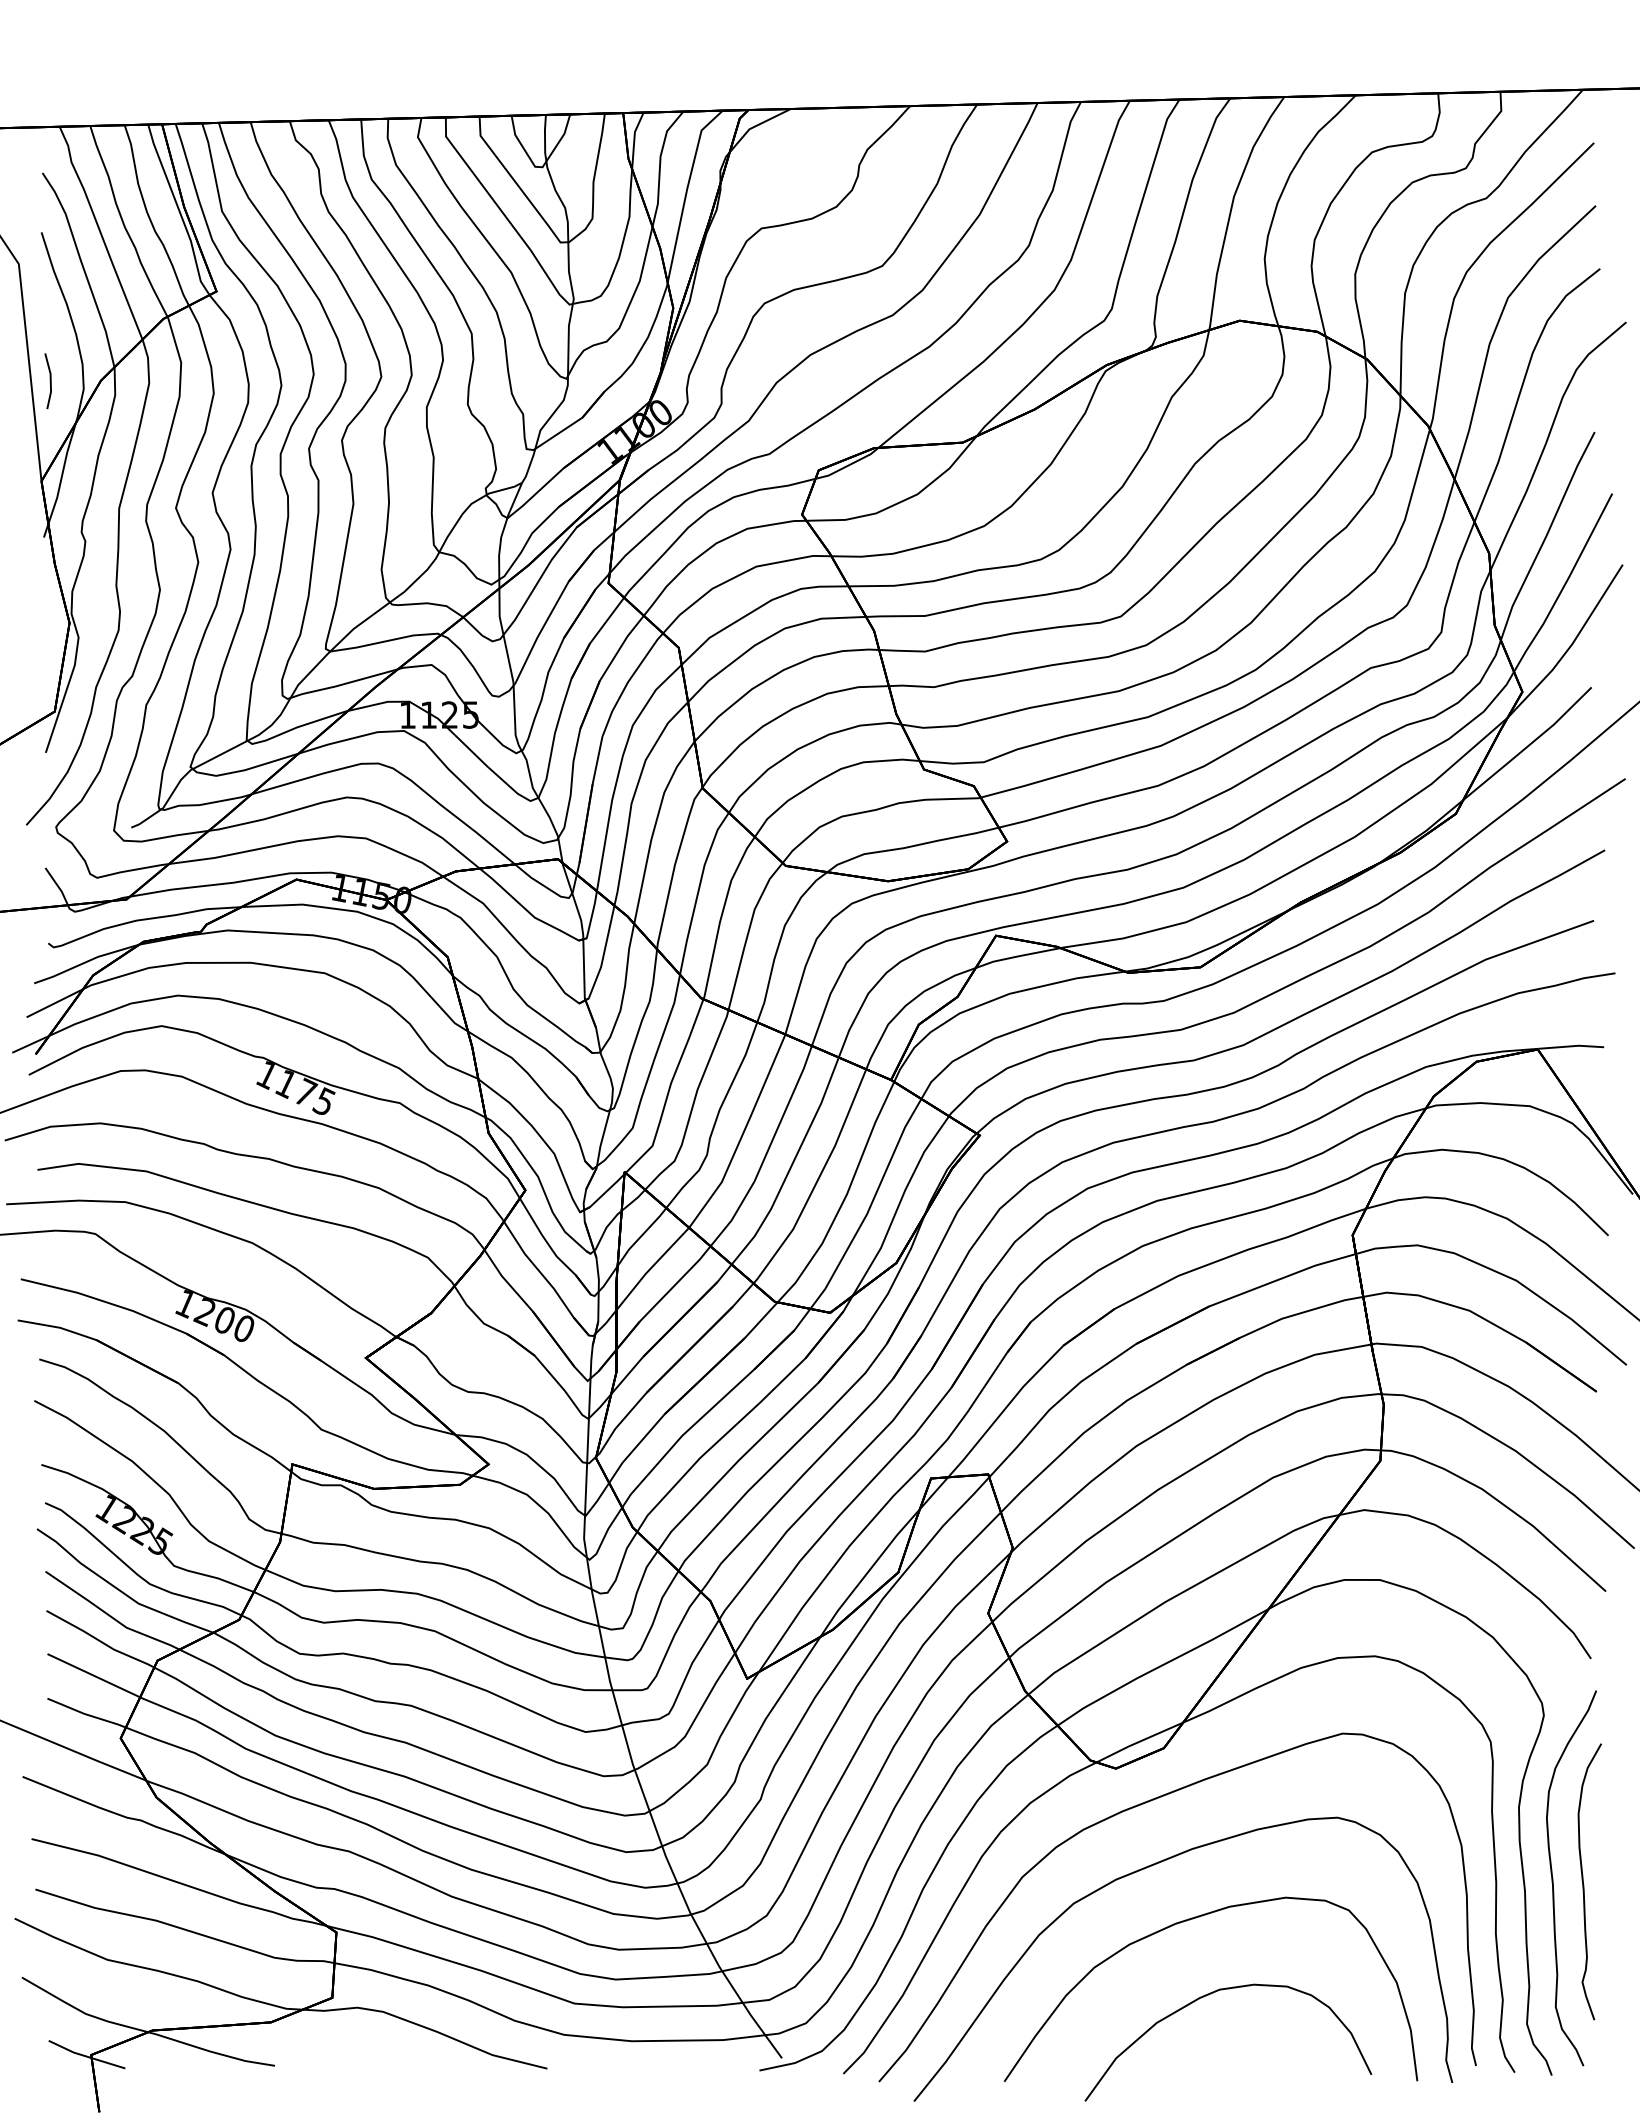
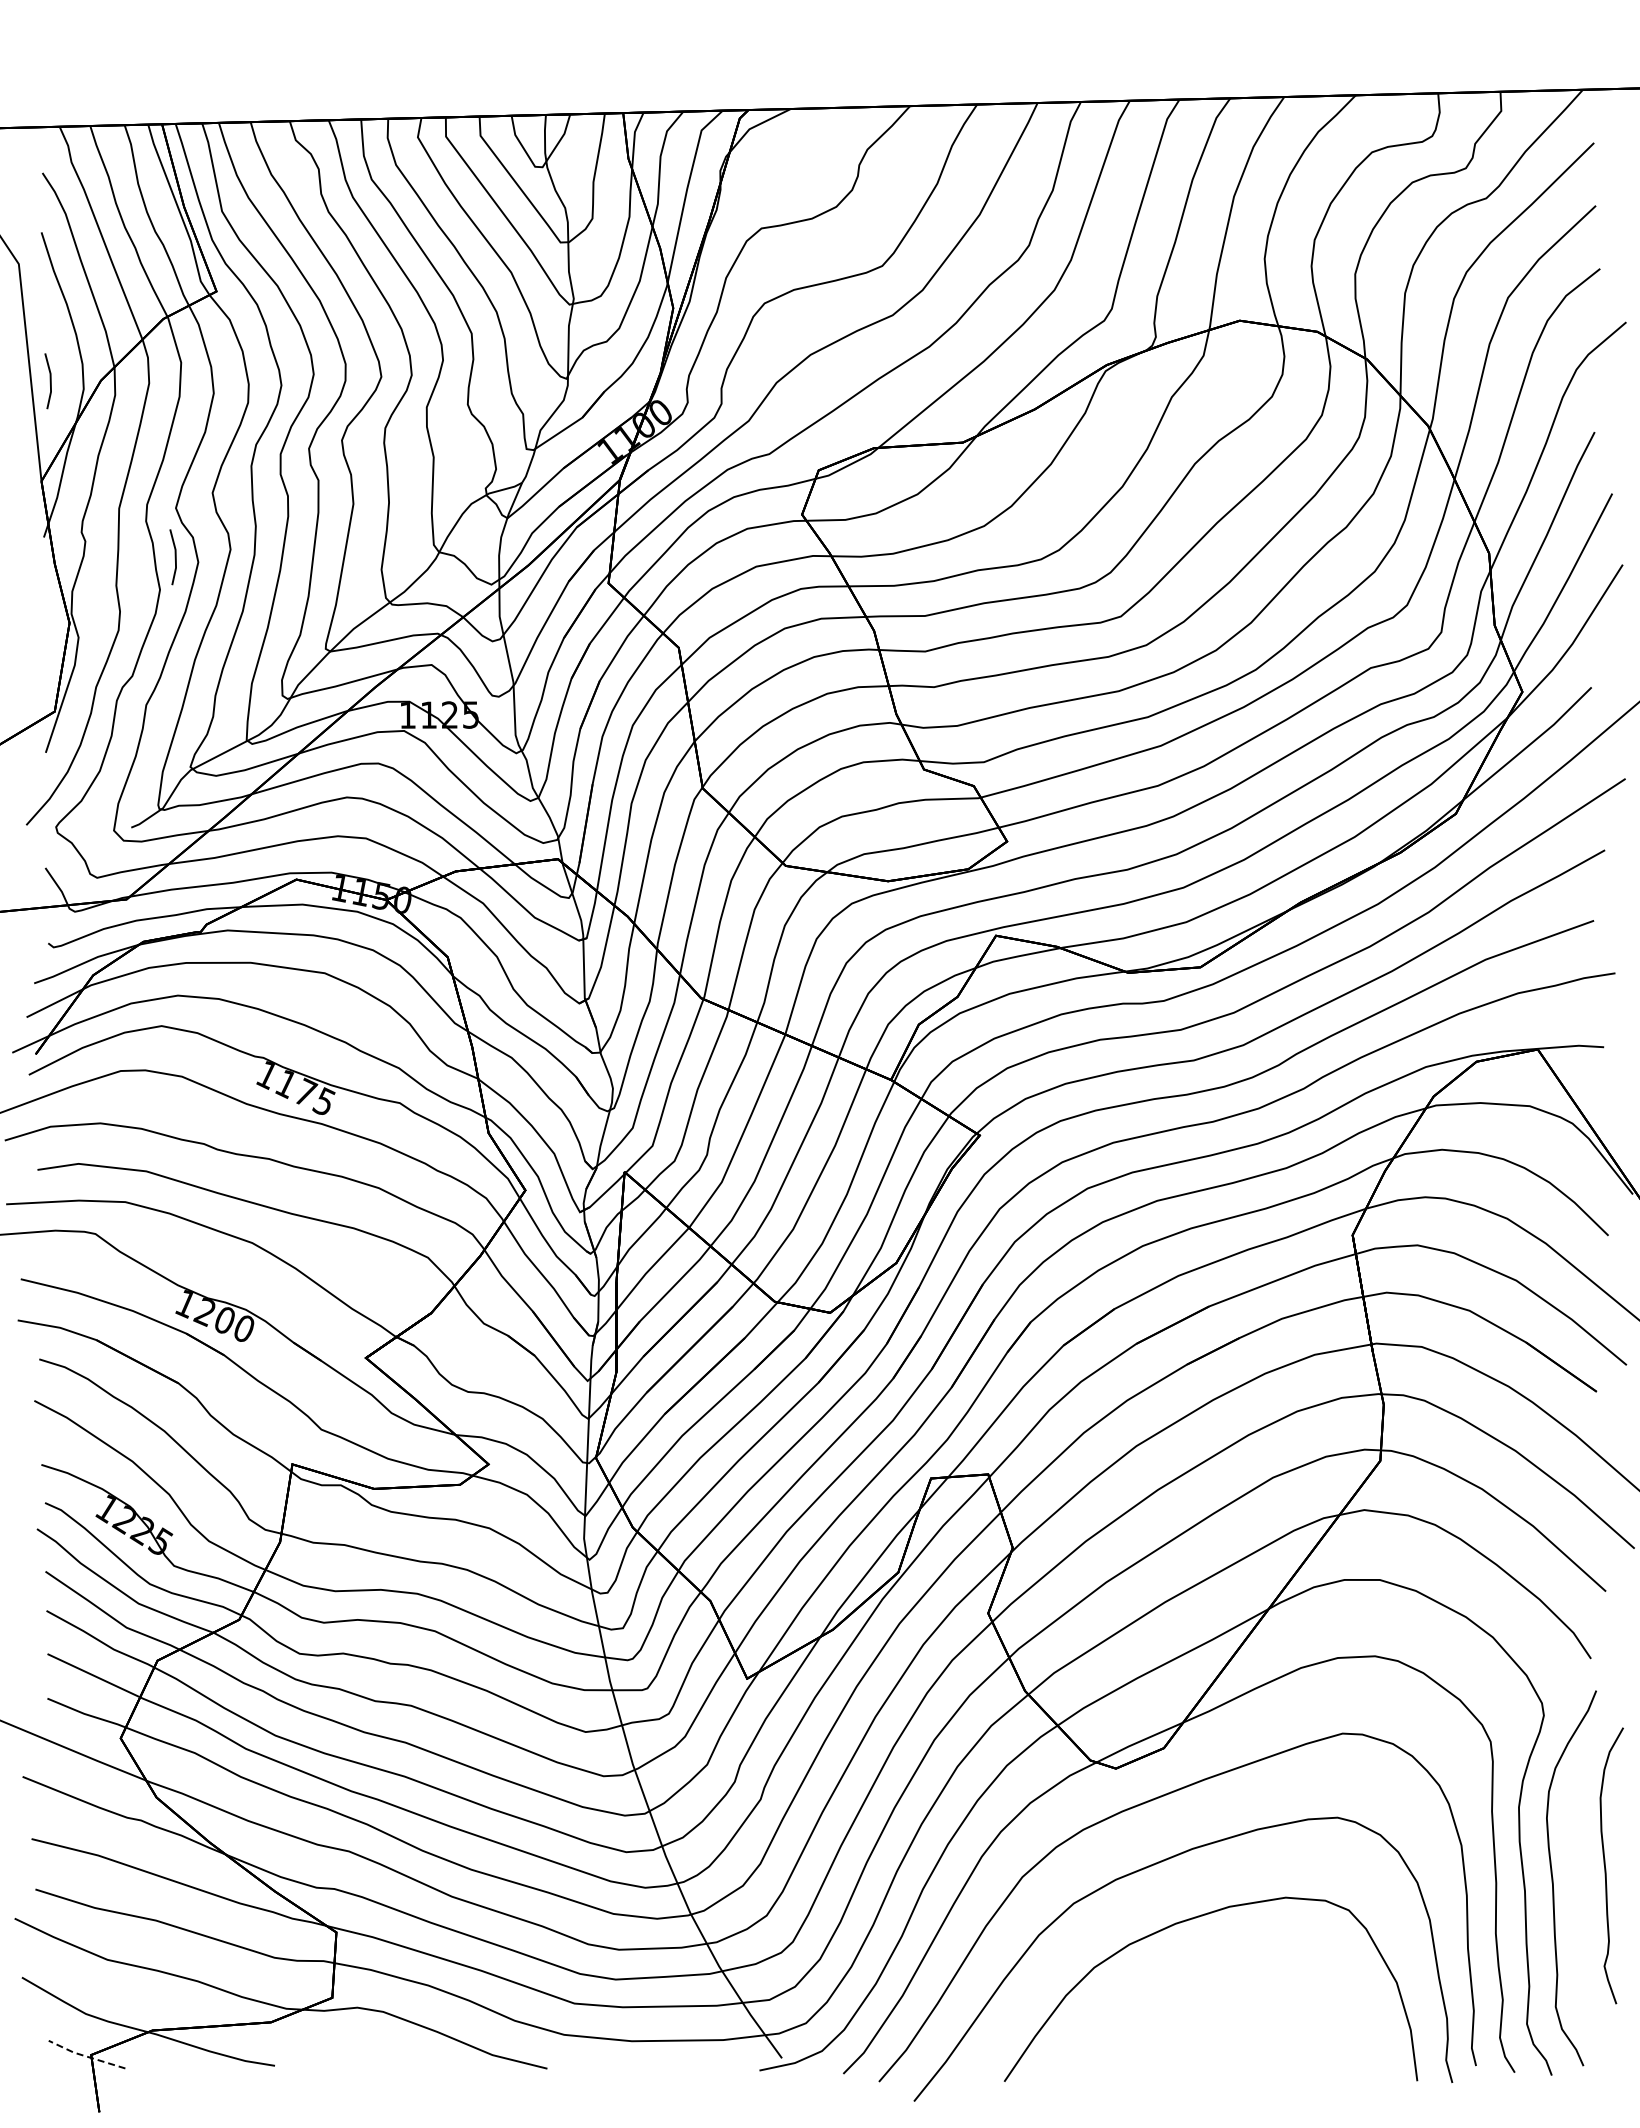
line at (174, 557): none -> present
curve at (1584, 1884) position: (1584, 1884) -> (1606, 1868)
curve at (1211, 1994): present -> none
line at (85, 2056): solid -> dashed
